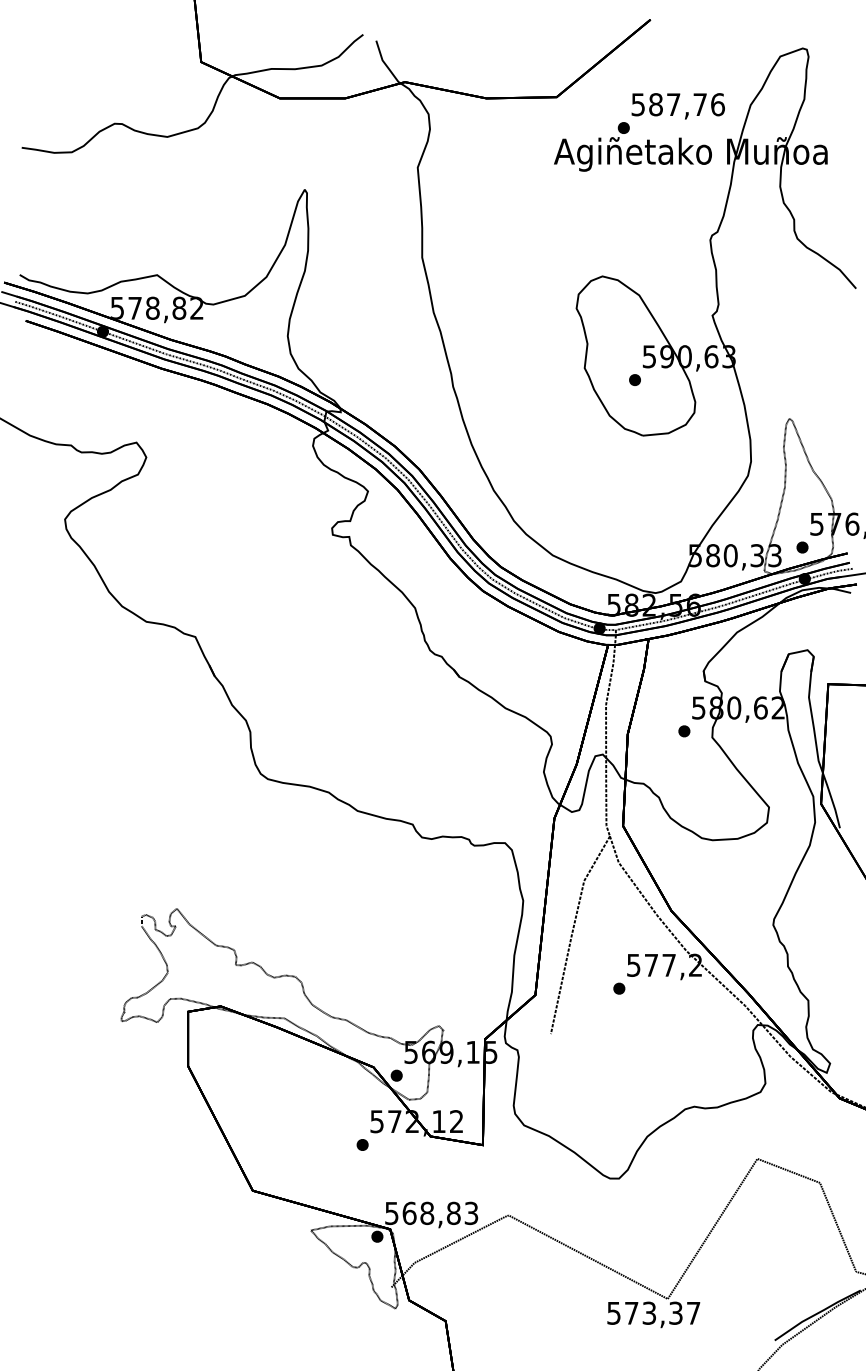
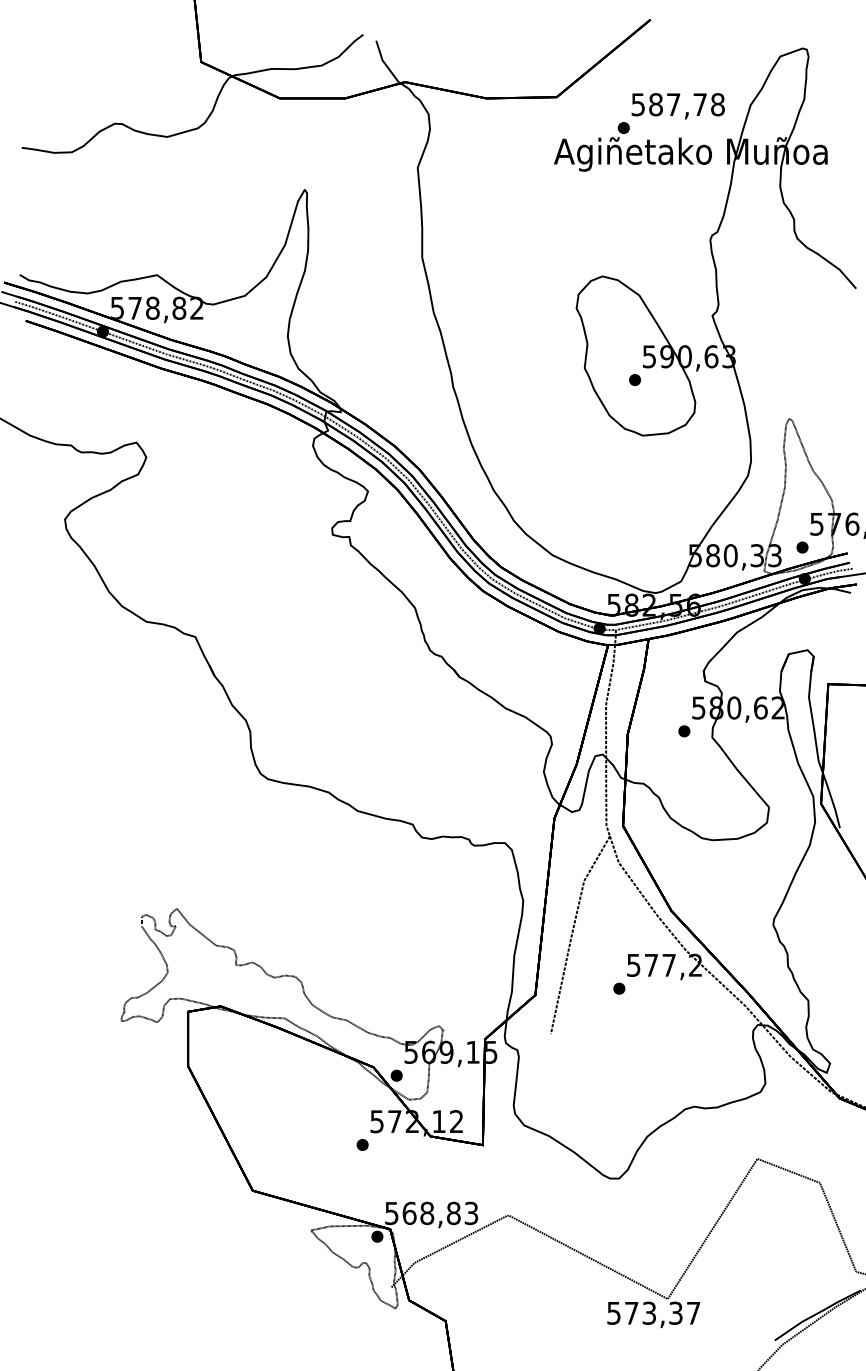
text at (717, 104): 587,76 -> 587,78
